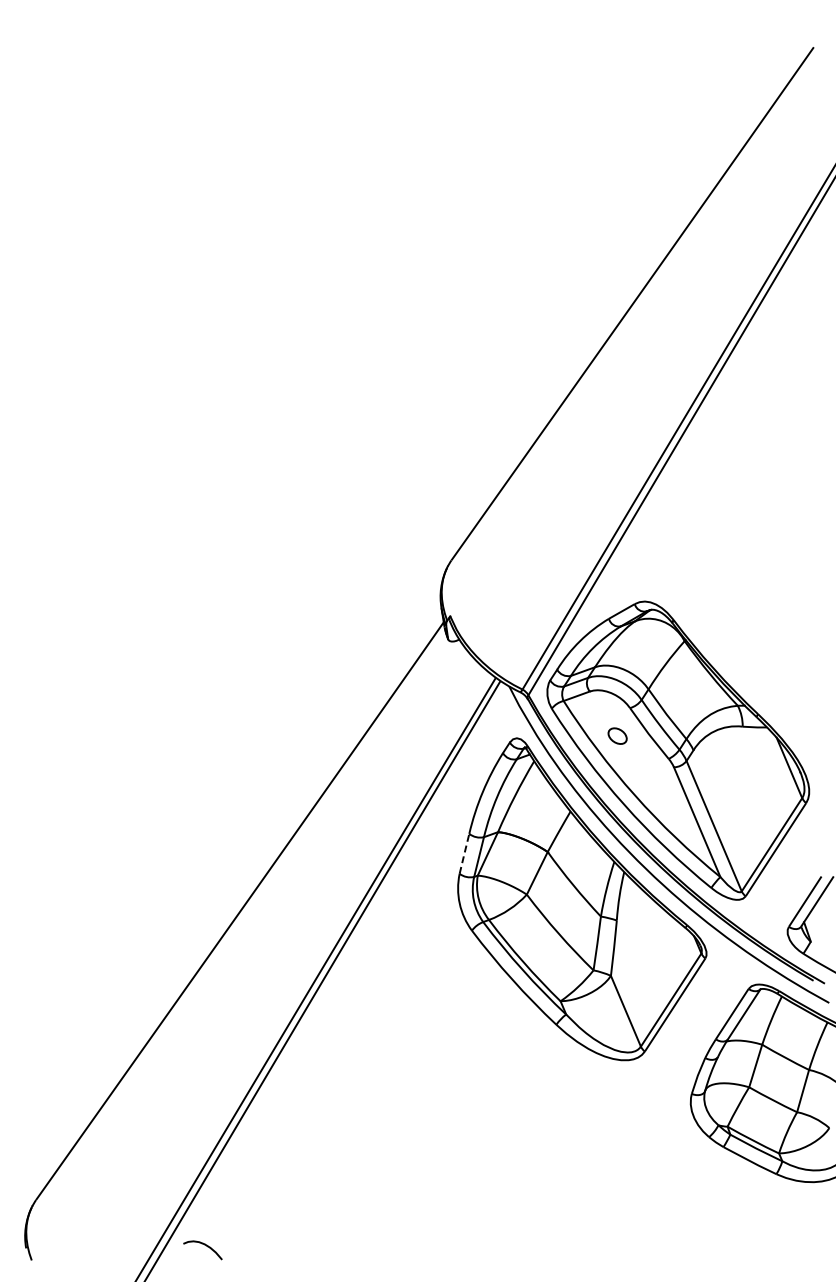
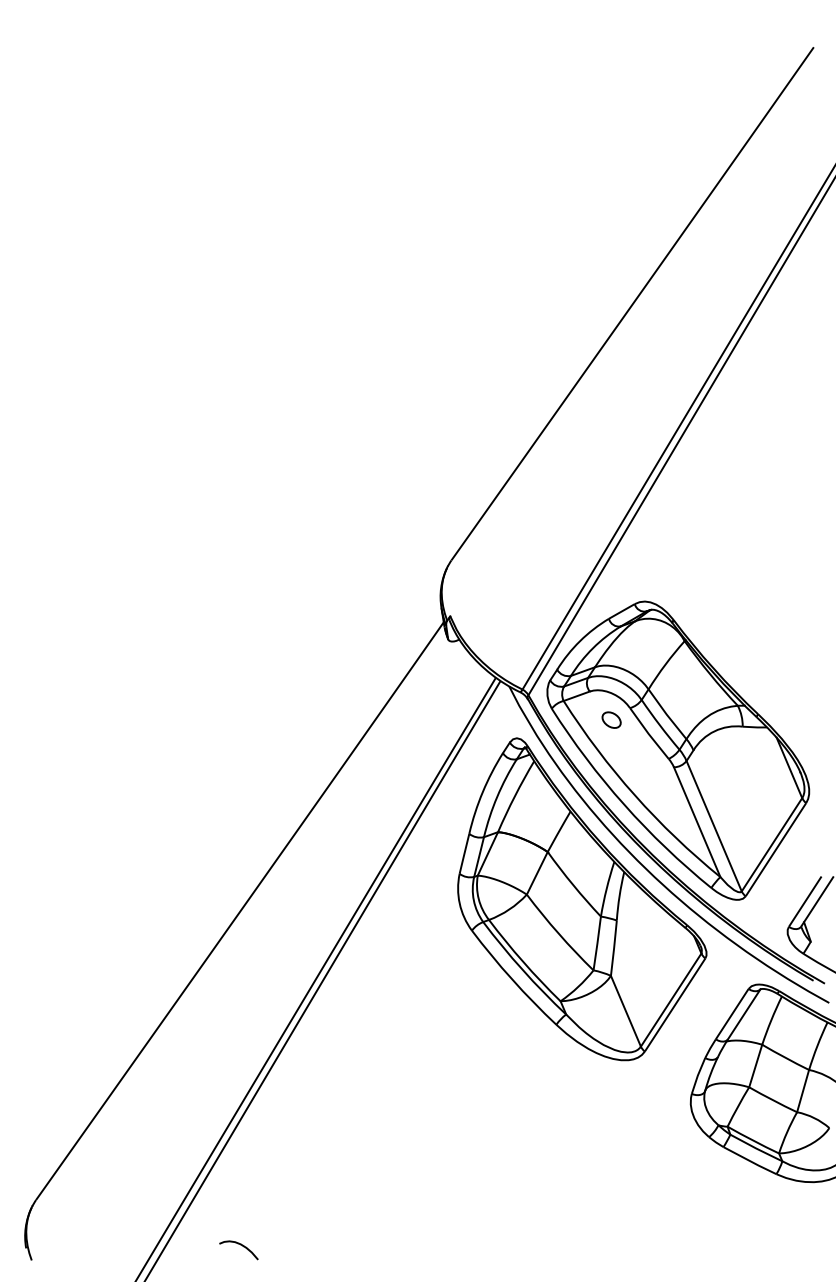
part at (617, 735) position: (617, 735) -> (611, 719)
line at (464, 853): dashed -> solid
curve at (204, 1245) position: (204, 1245) -> (240, 1245)
